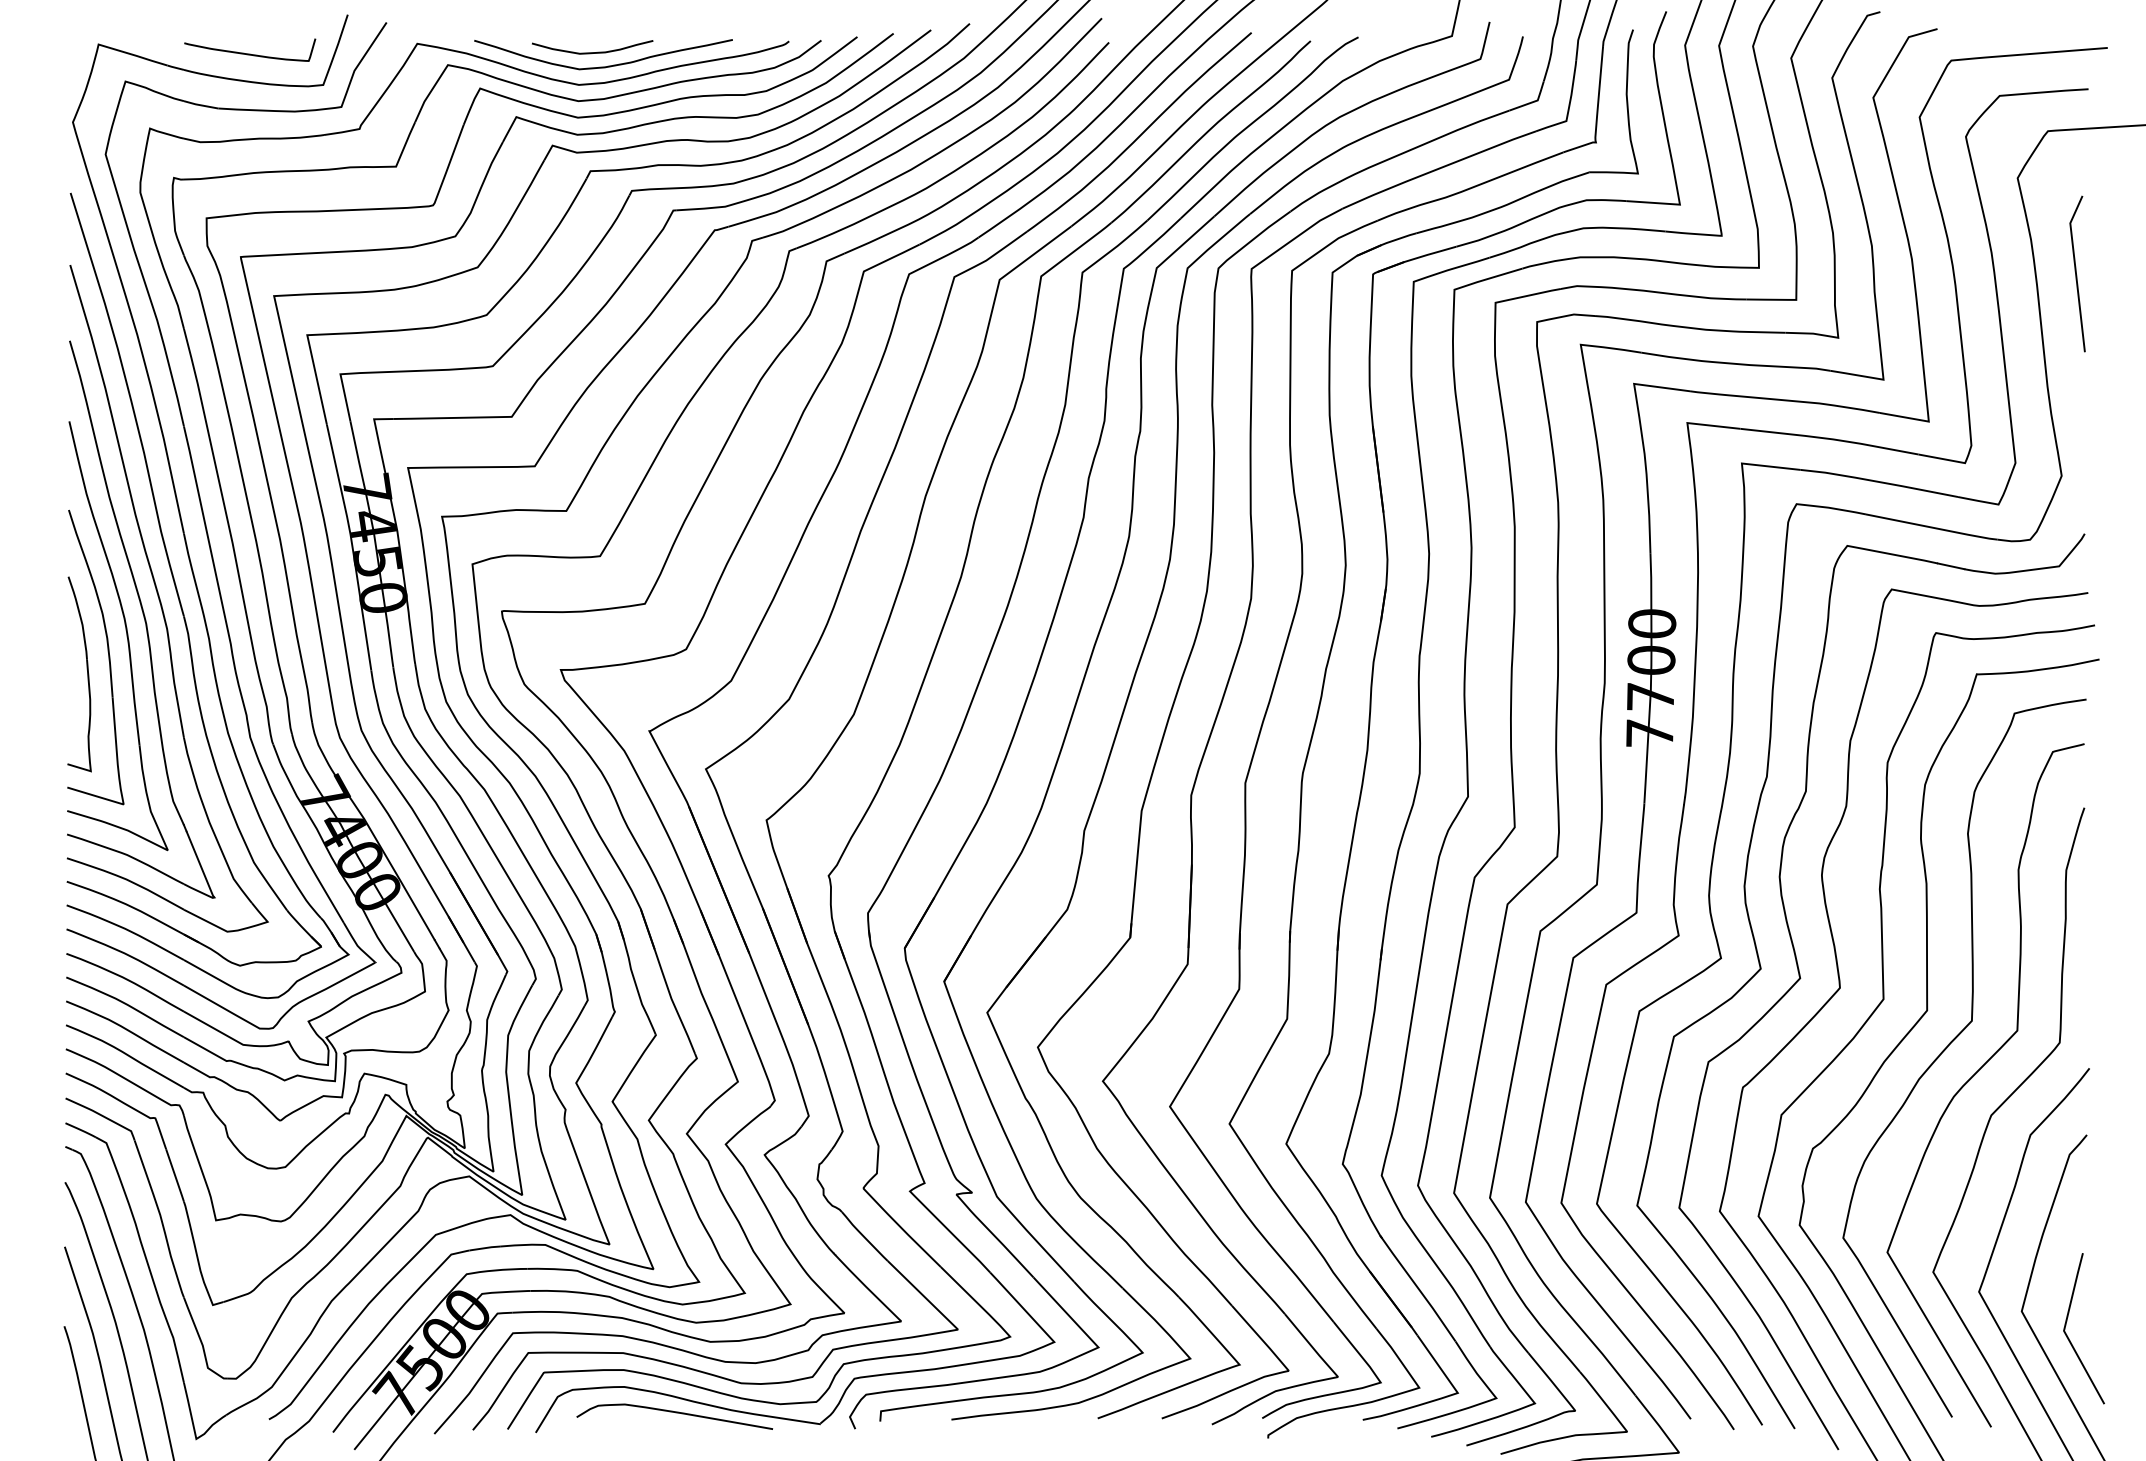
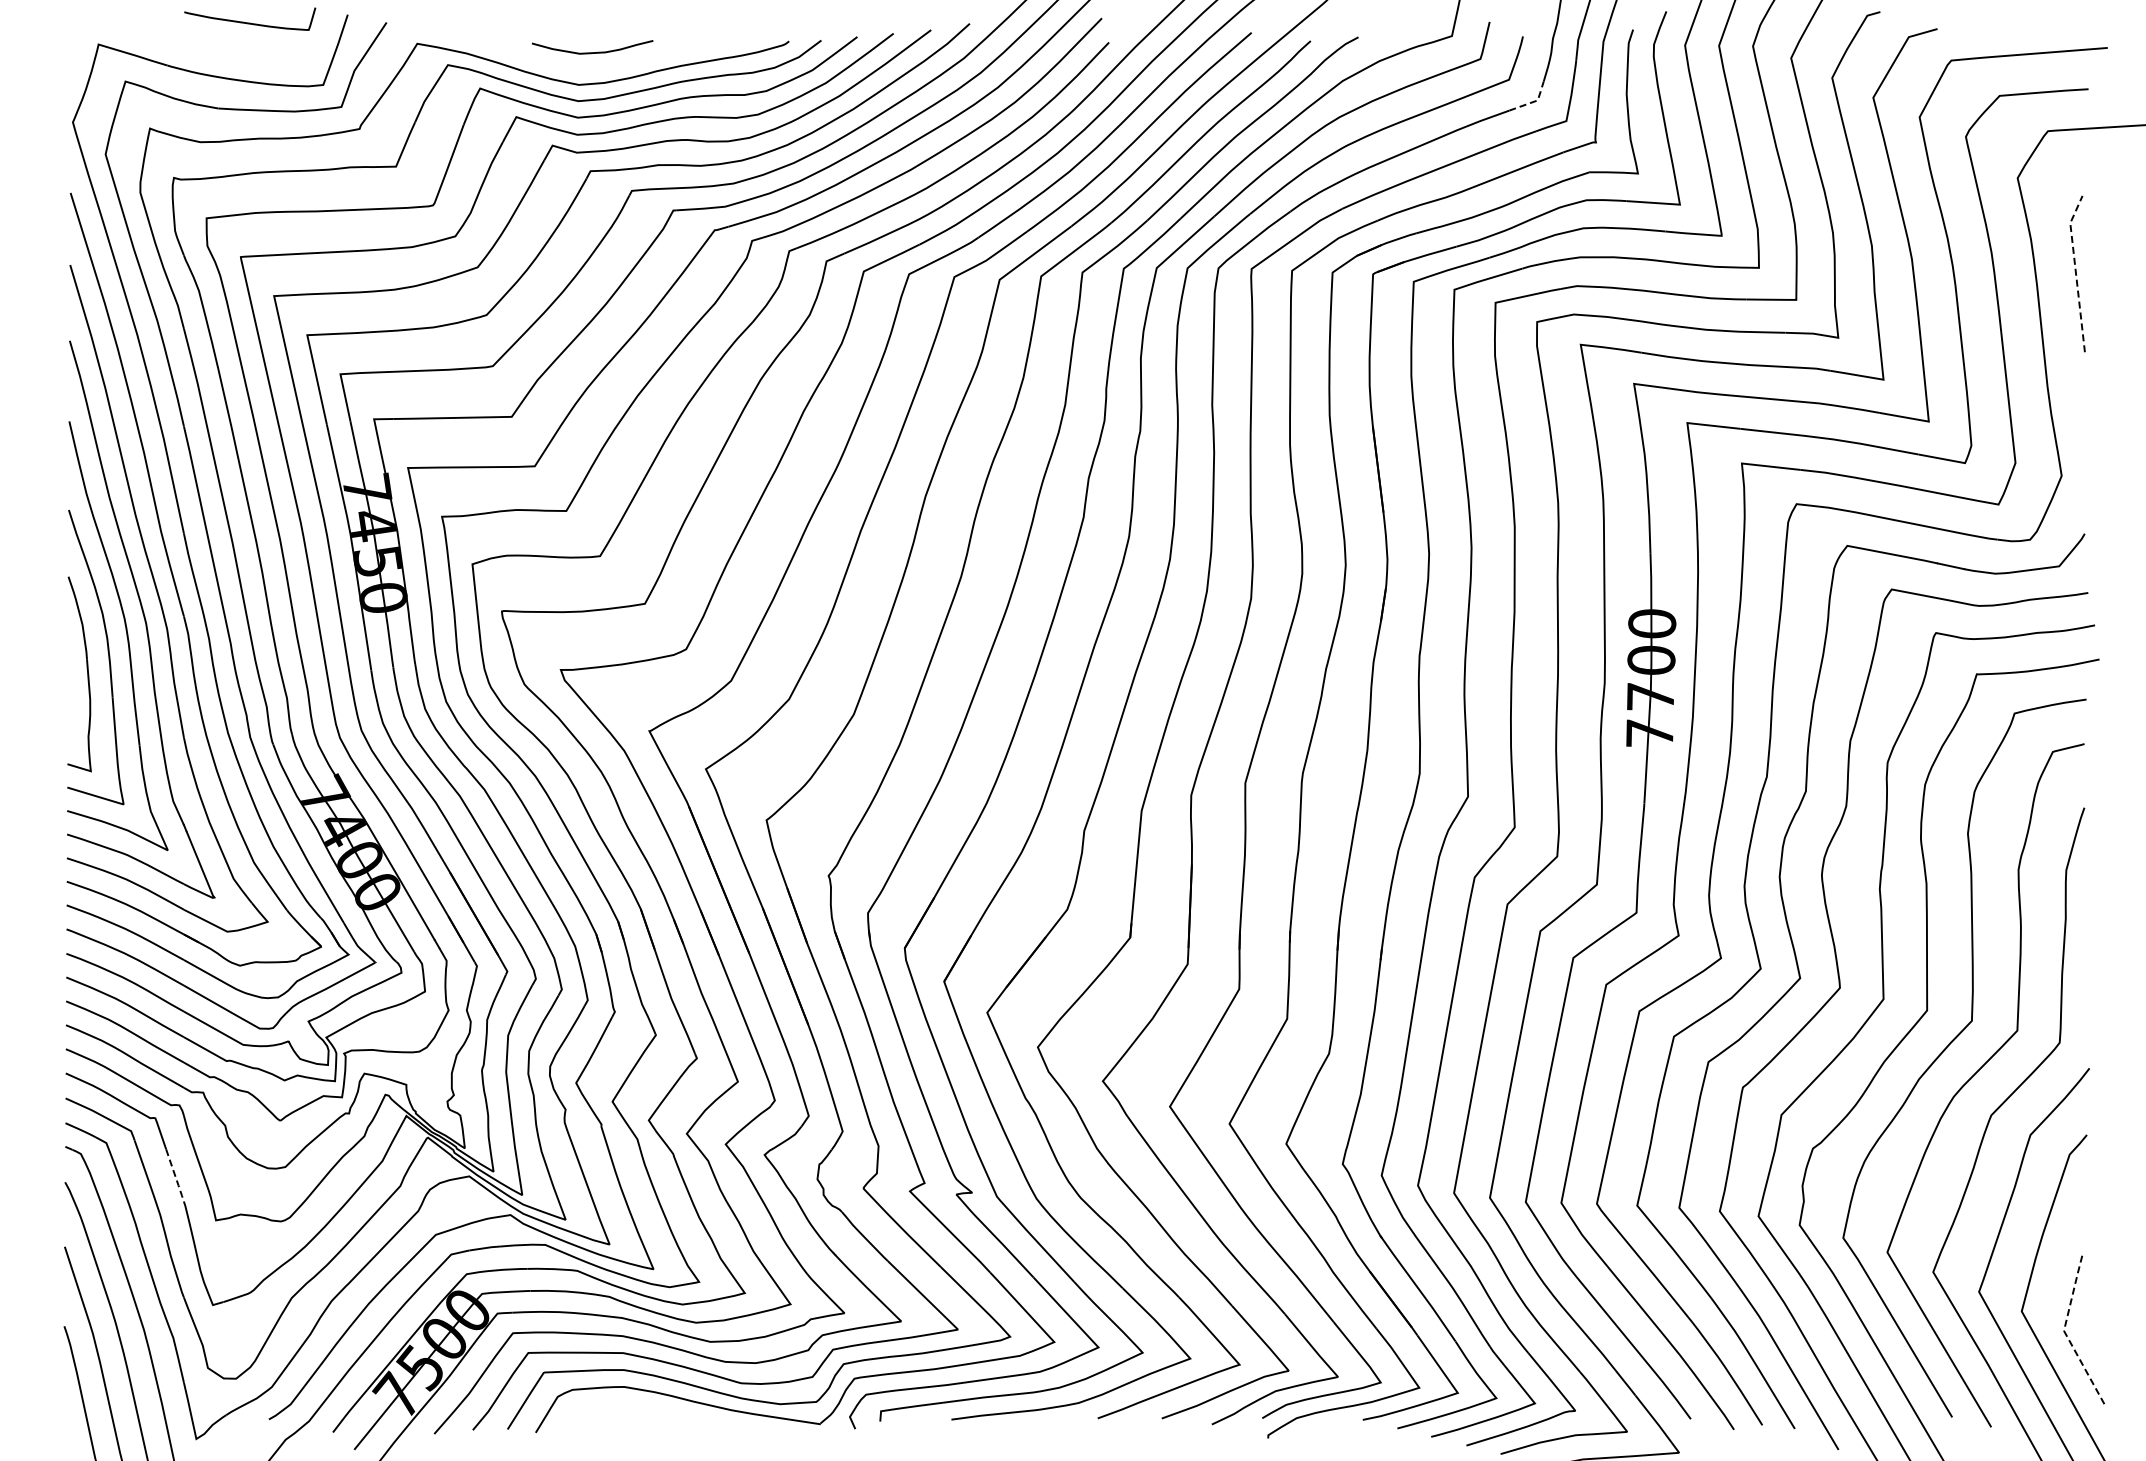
curve at (250, 53) position: (250, 53) -> (250, 22)
curve at (603, 66): present -> none
line at (1534, 101): solid -> dashed
line at (2075, 271): solid -> dashed
line at (175, 1177): solid -> dashed
line at (2063, 1330): solid -> dashed
curve at (675, 1413): present -> none
